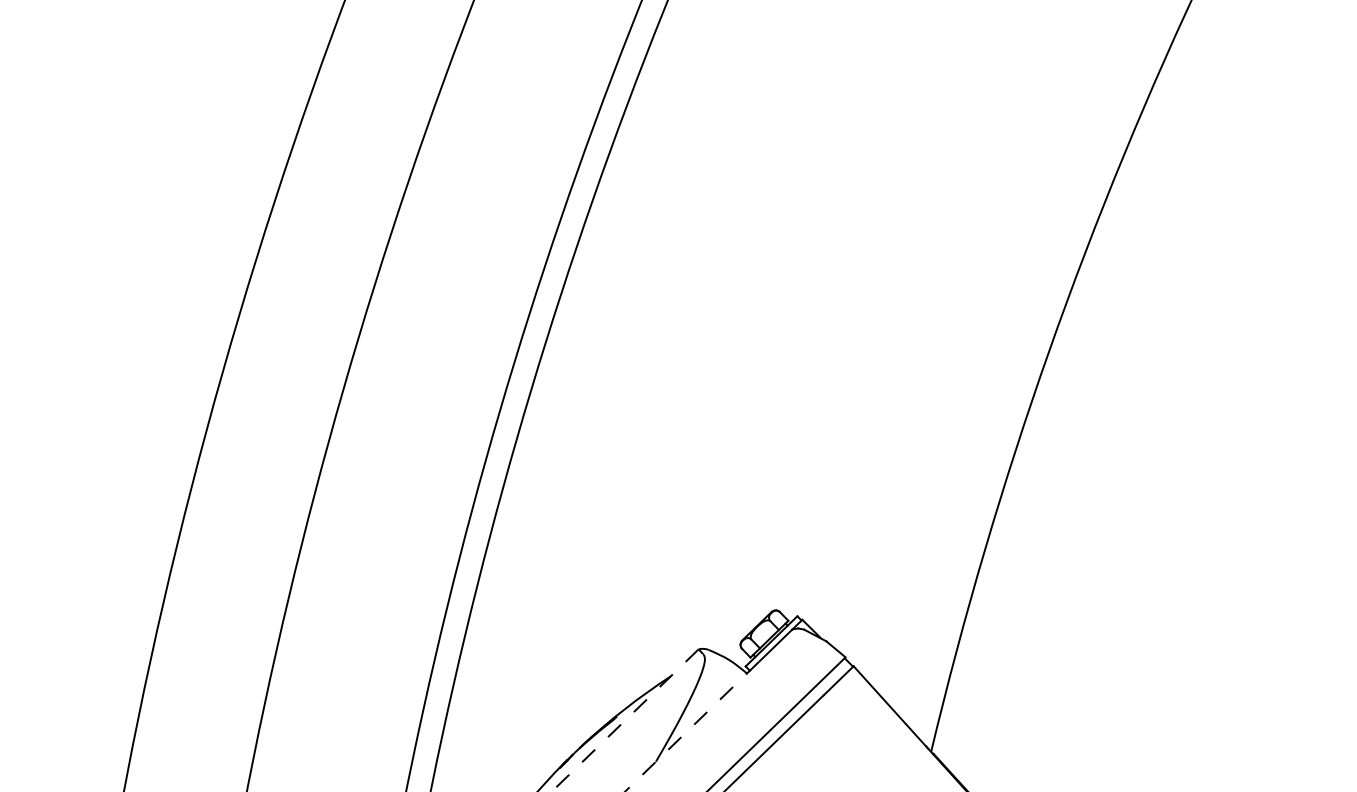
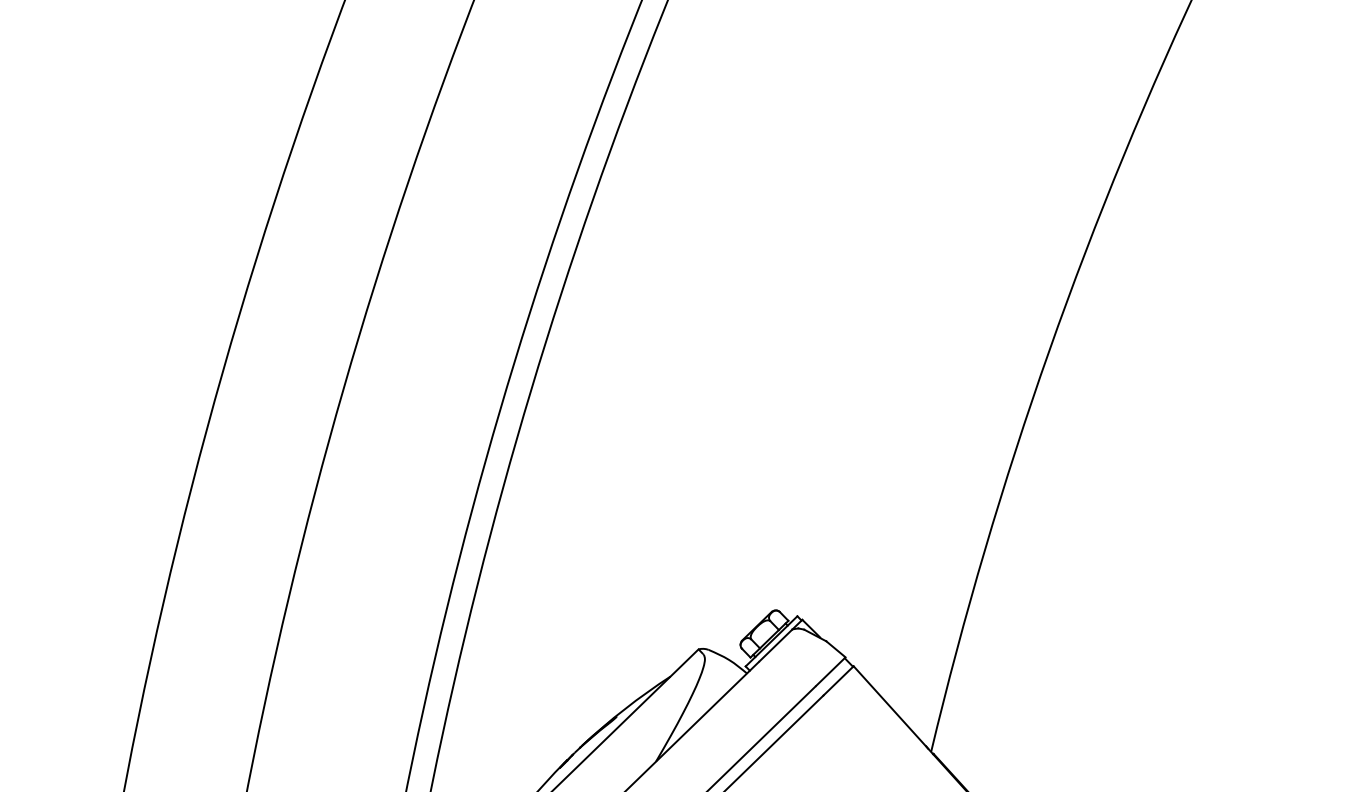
line at (624, 720): dashed -> solid
line at (691, 727): dashed -> solid
